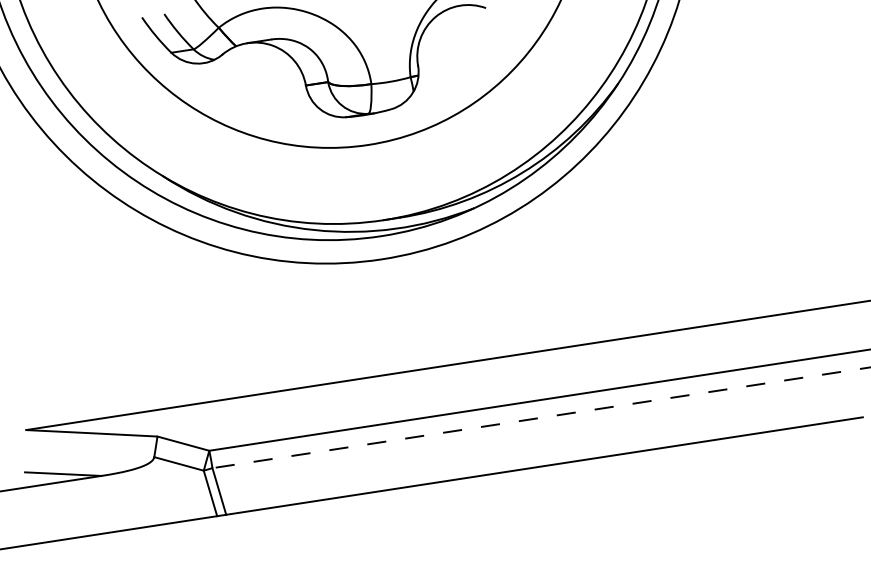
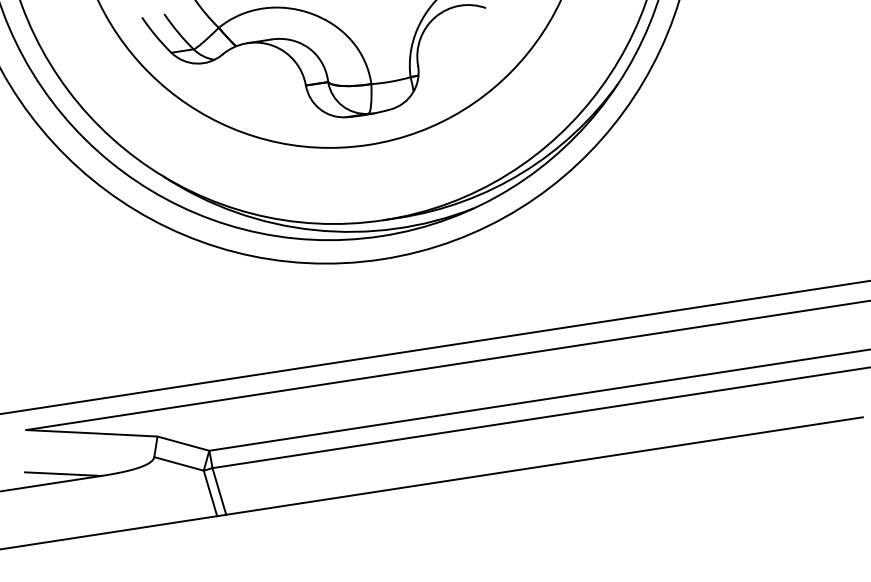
line at (434, 347): none -> present
line at (541, 417): dashed -> solid
